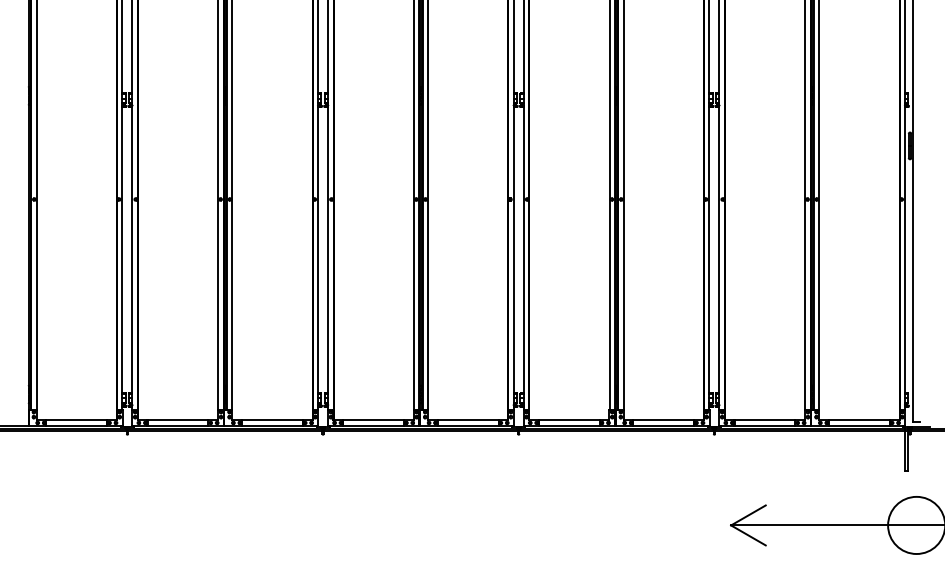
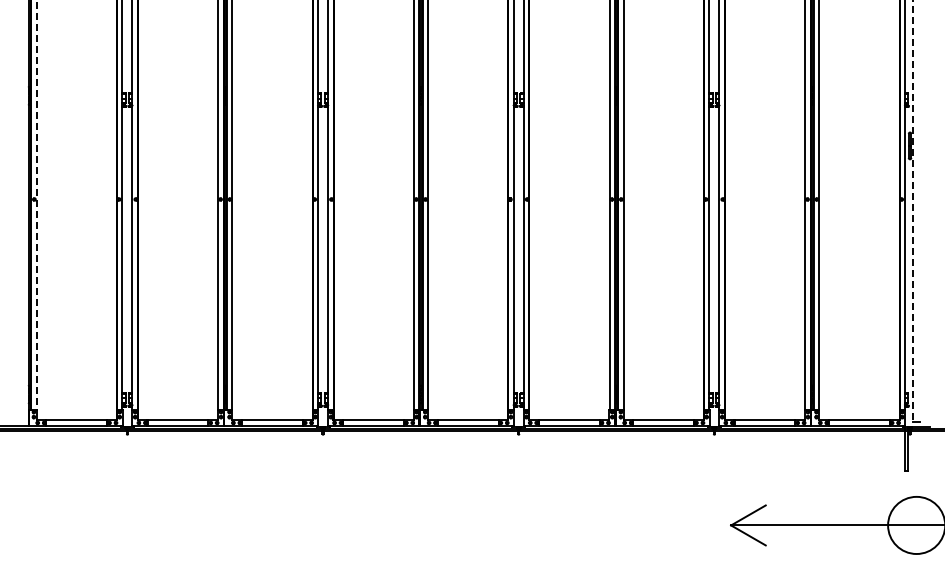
line at (36, 205): solid -> dashed
line at (913, 211): solid -> dashed
